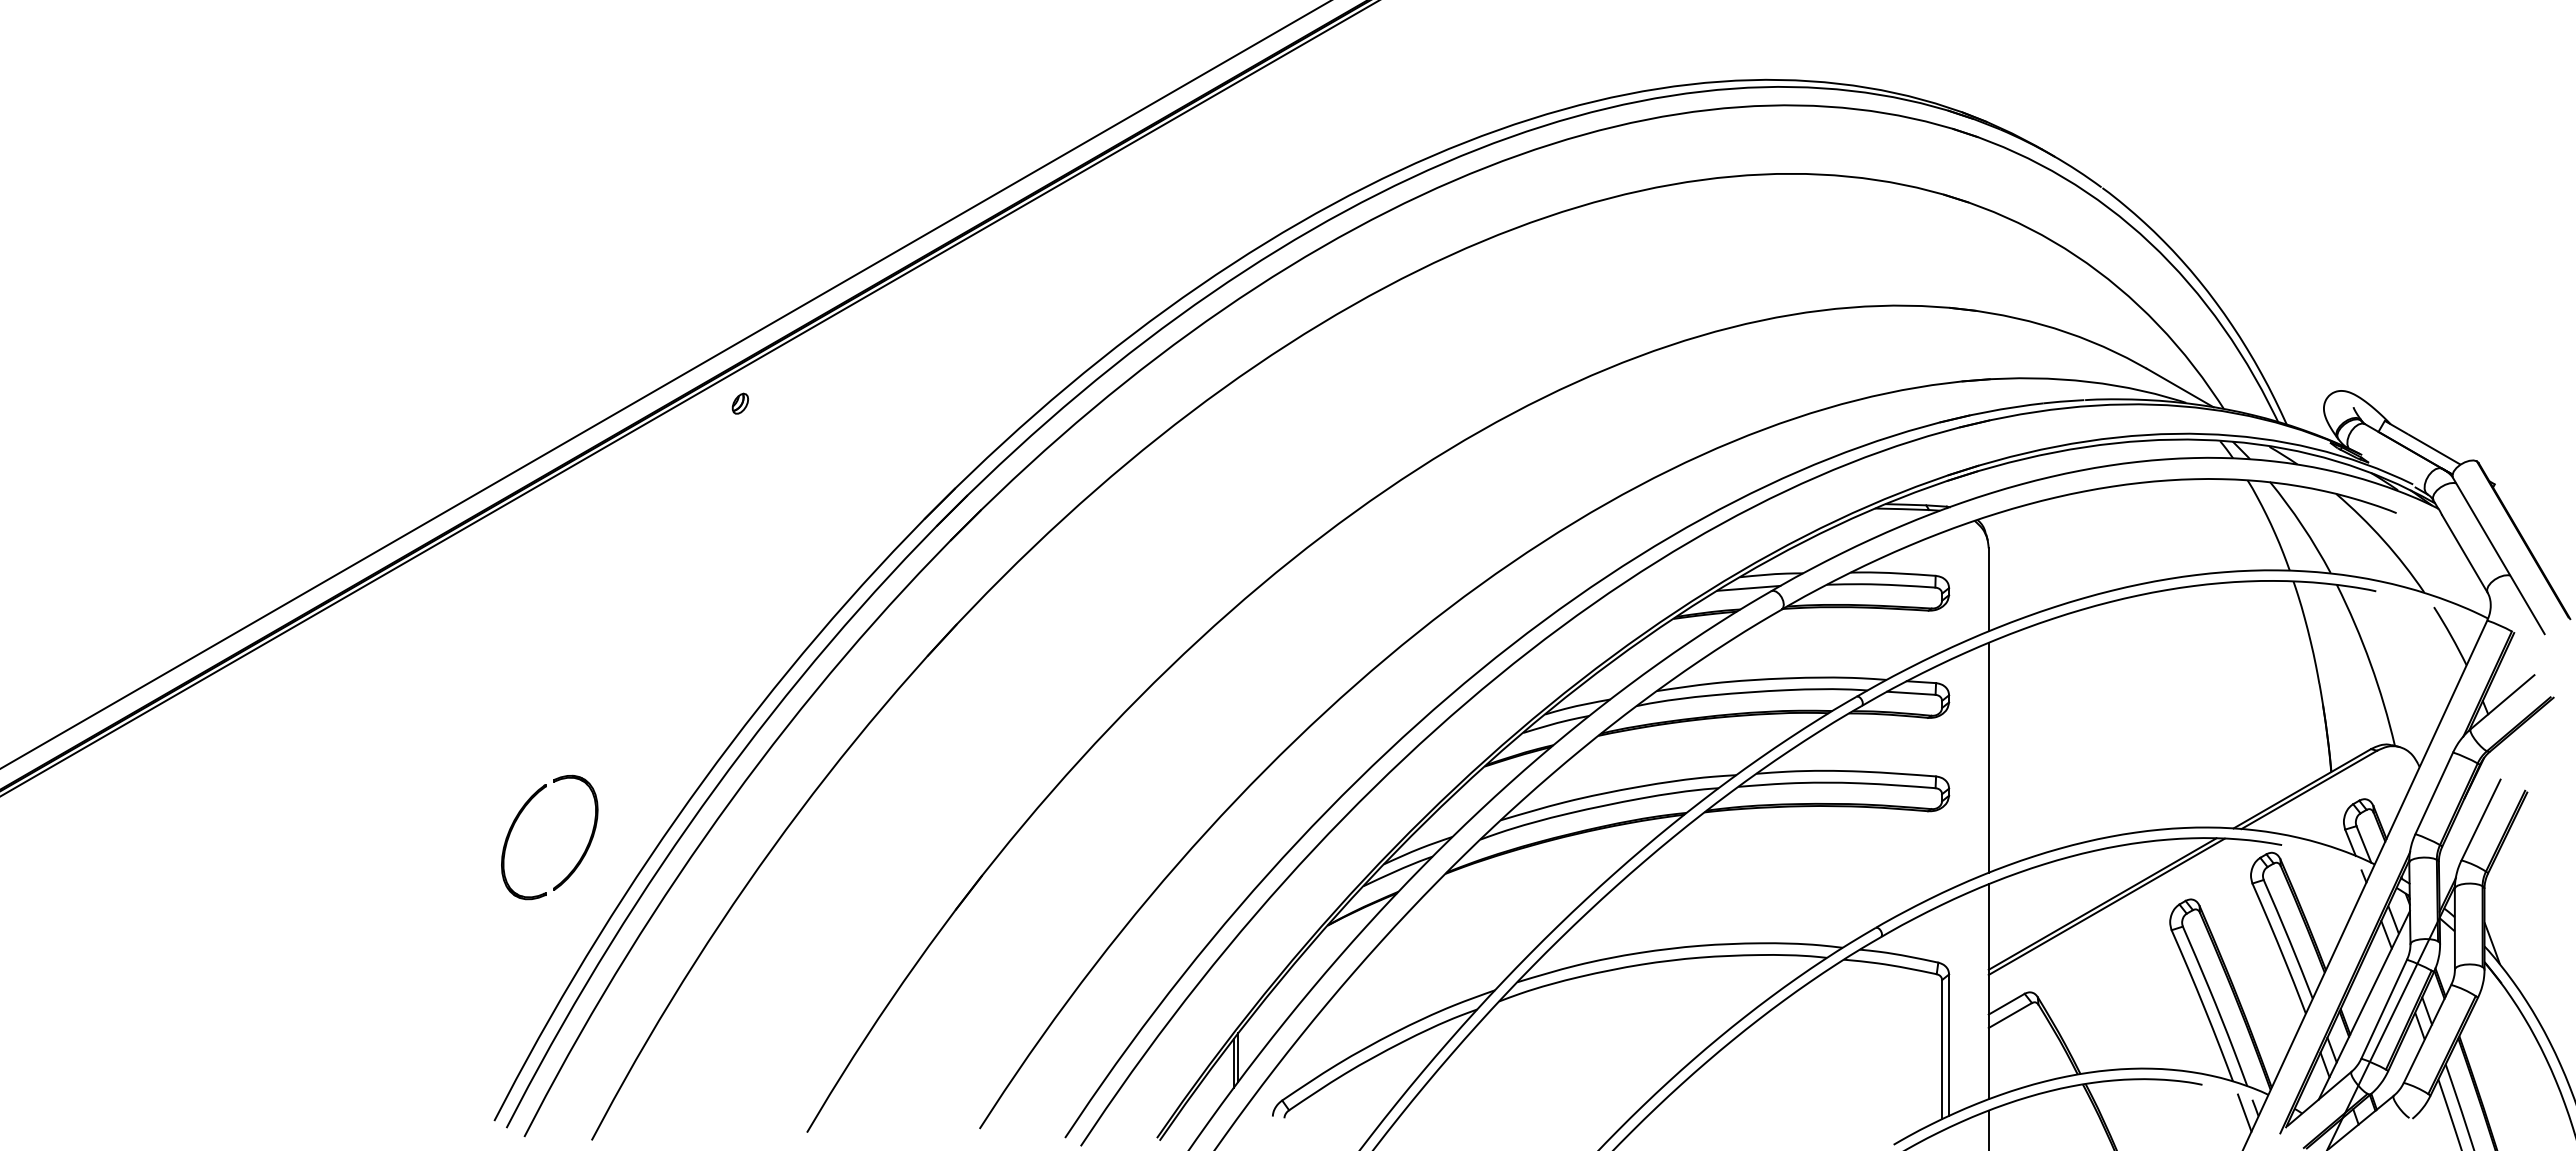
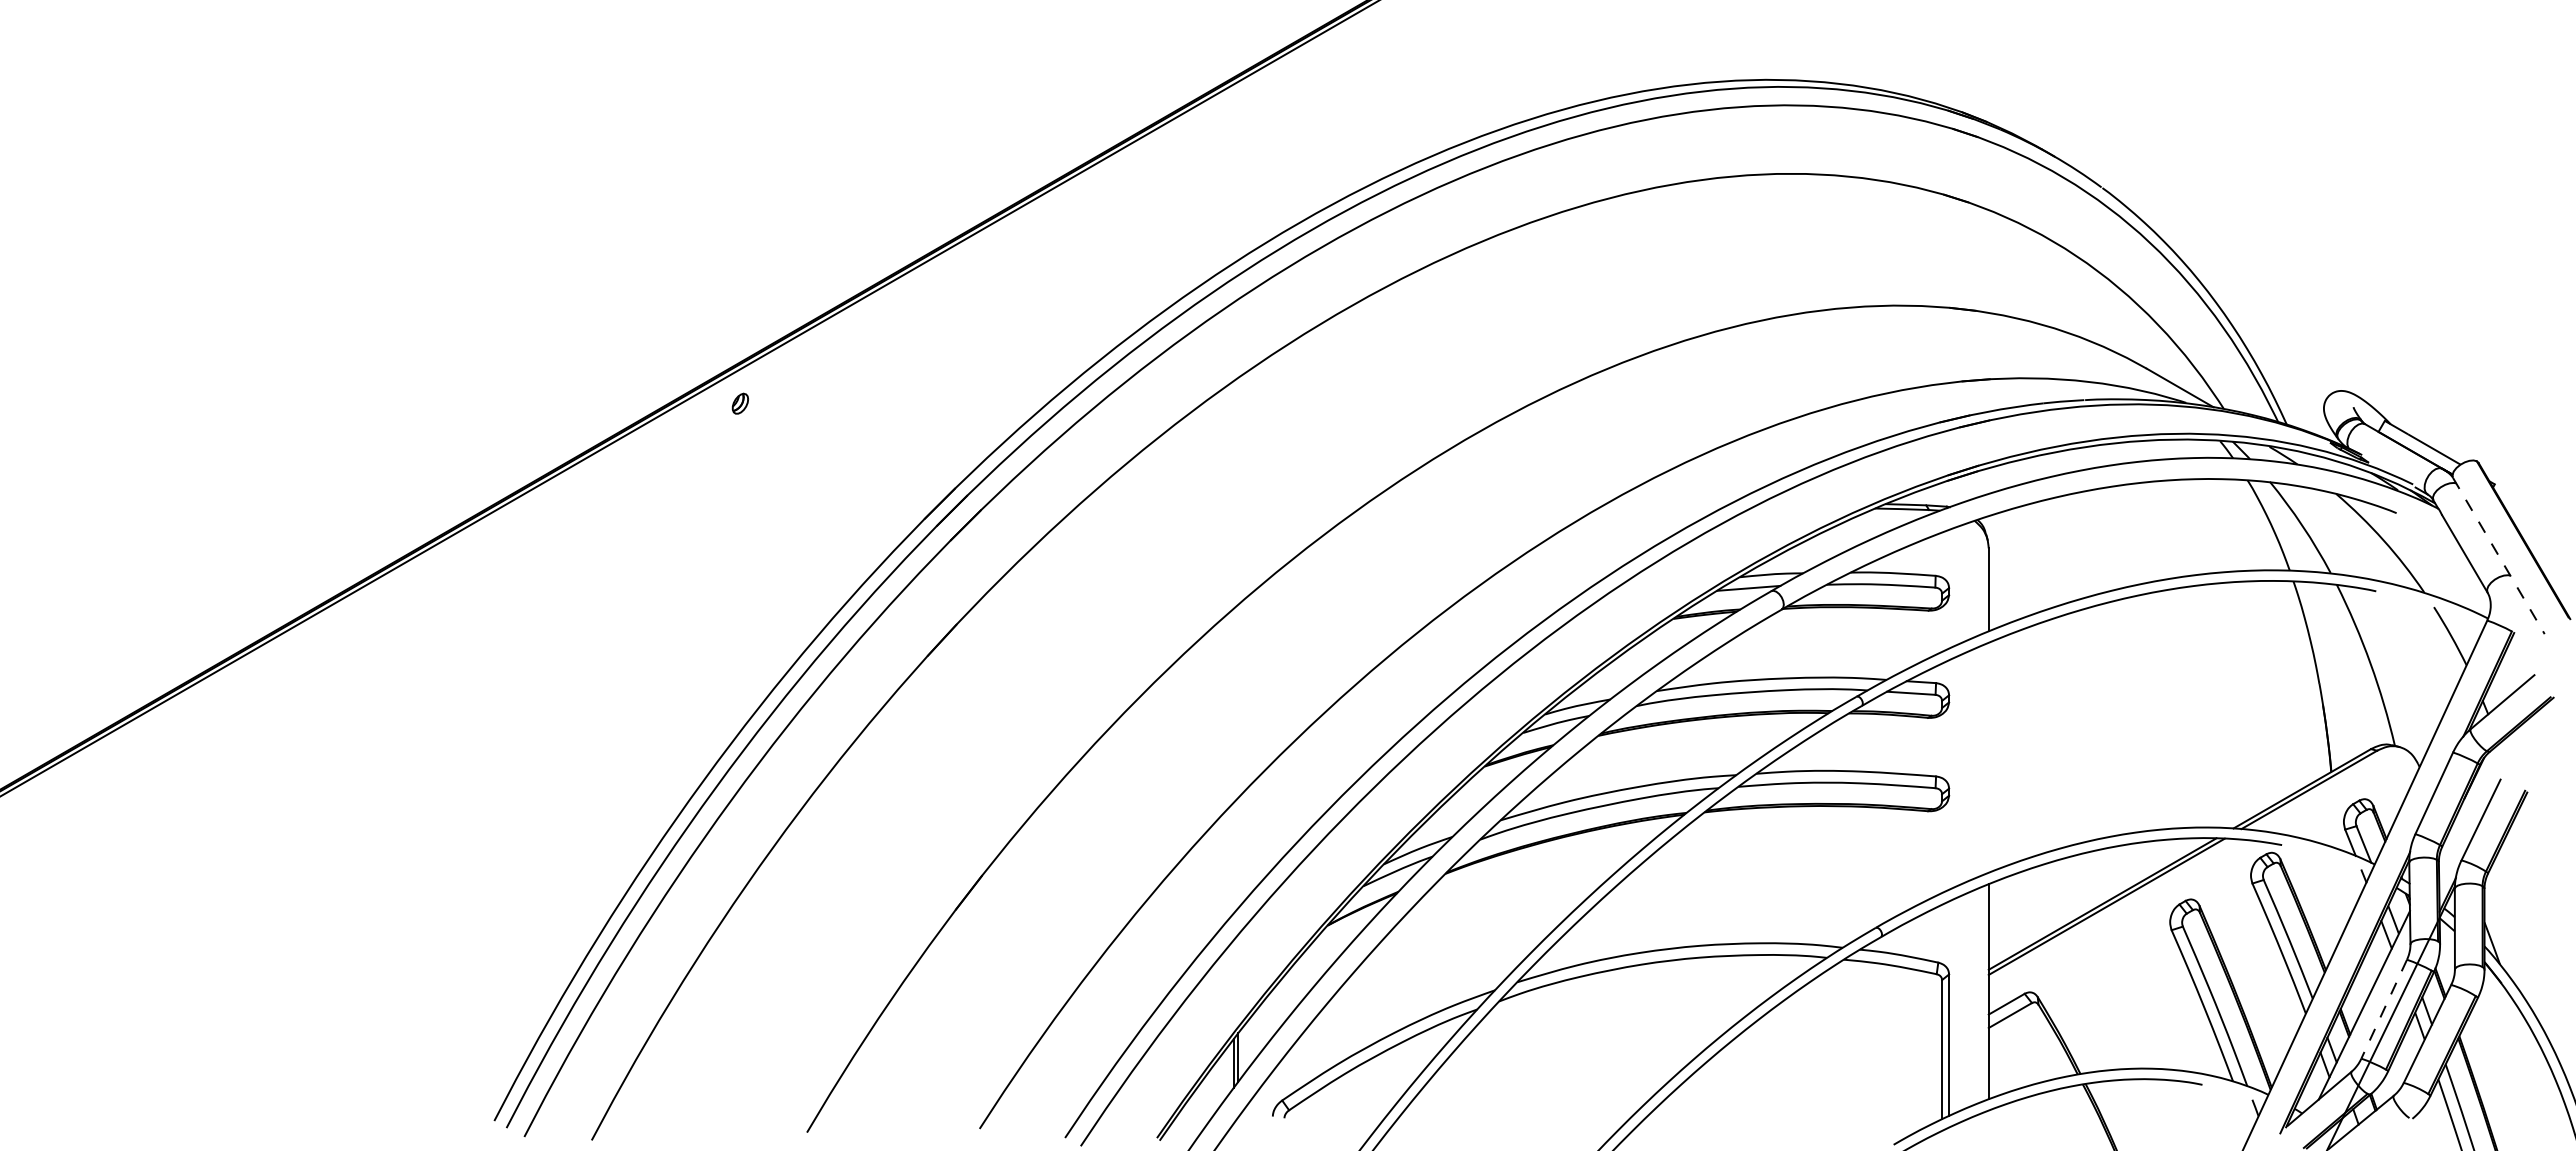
line at (665, 384): present -> none
line at (2498, 556): solid -> dashed
line at (1988, 757): present -> none
part at (517, 820): present -> none
line at (2383, 1009): solid -> dashed
line at (2244, 1112): present -> none
line at (1988, 1128): present -> none
